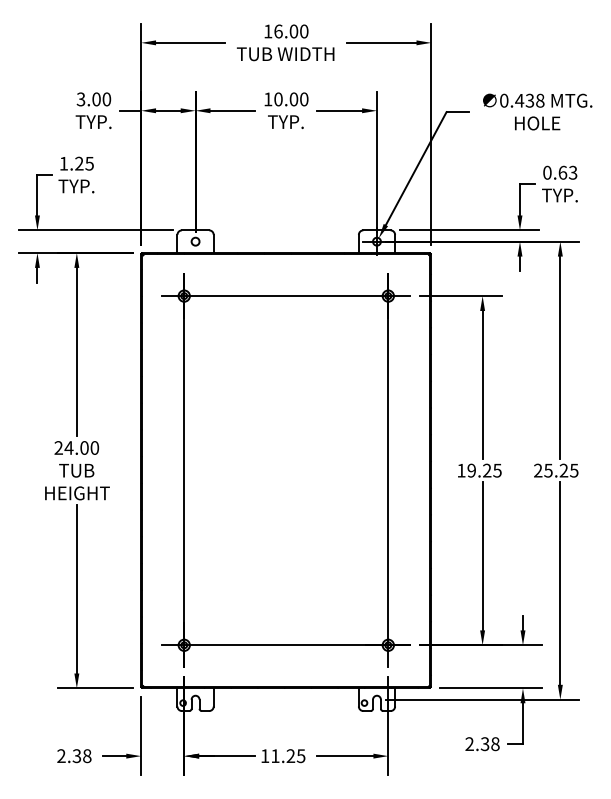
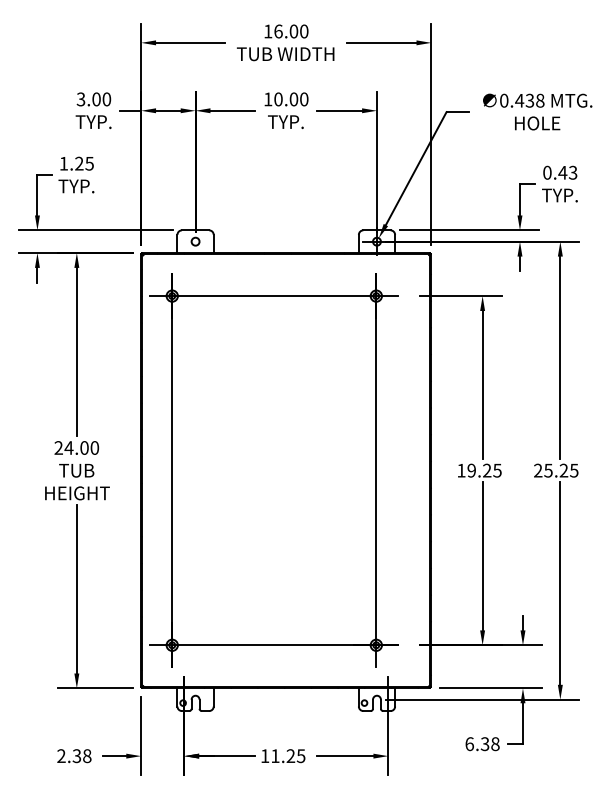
text at (562, 172): 0.63 -> 0.43
part at (285, 470) position: (285, 470) -> (273, 470)
text at (469, 744): 2.38 -> 6.38
